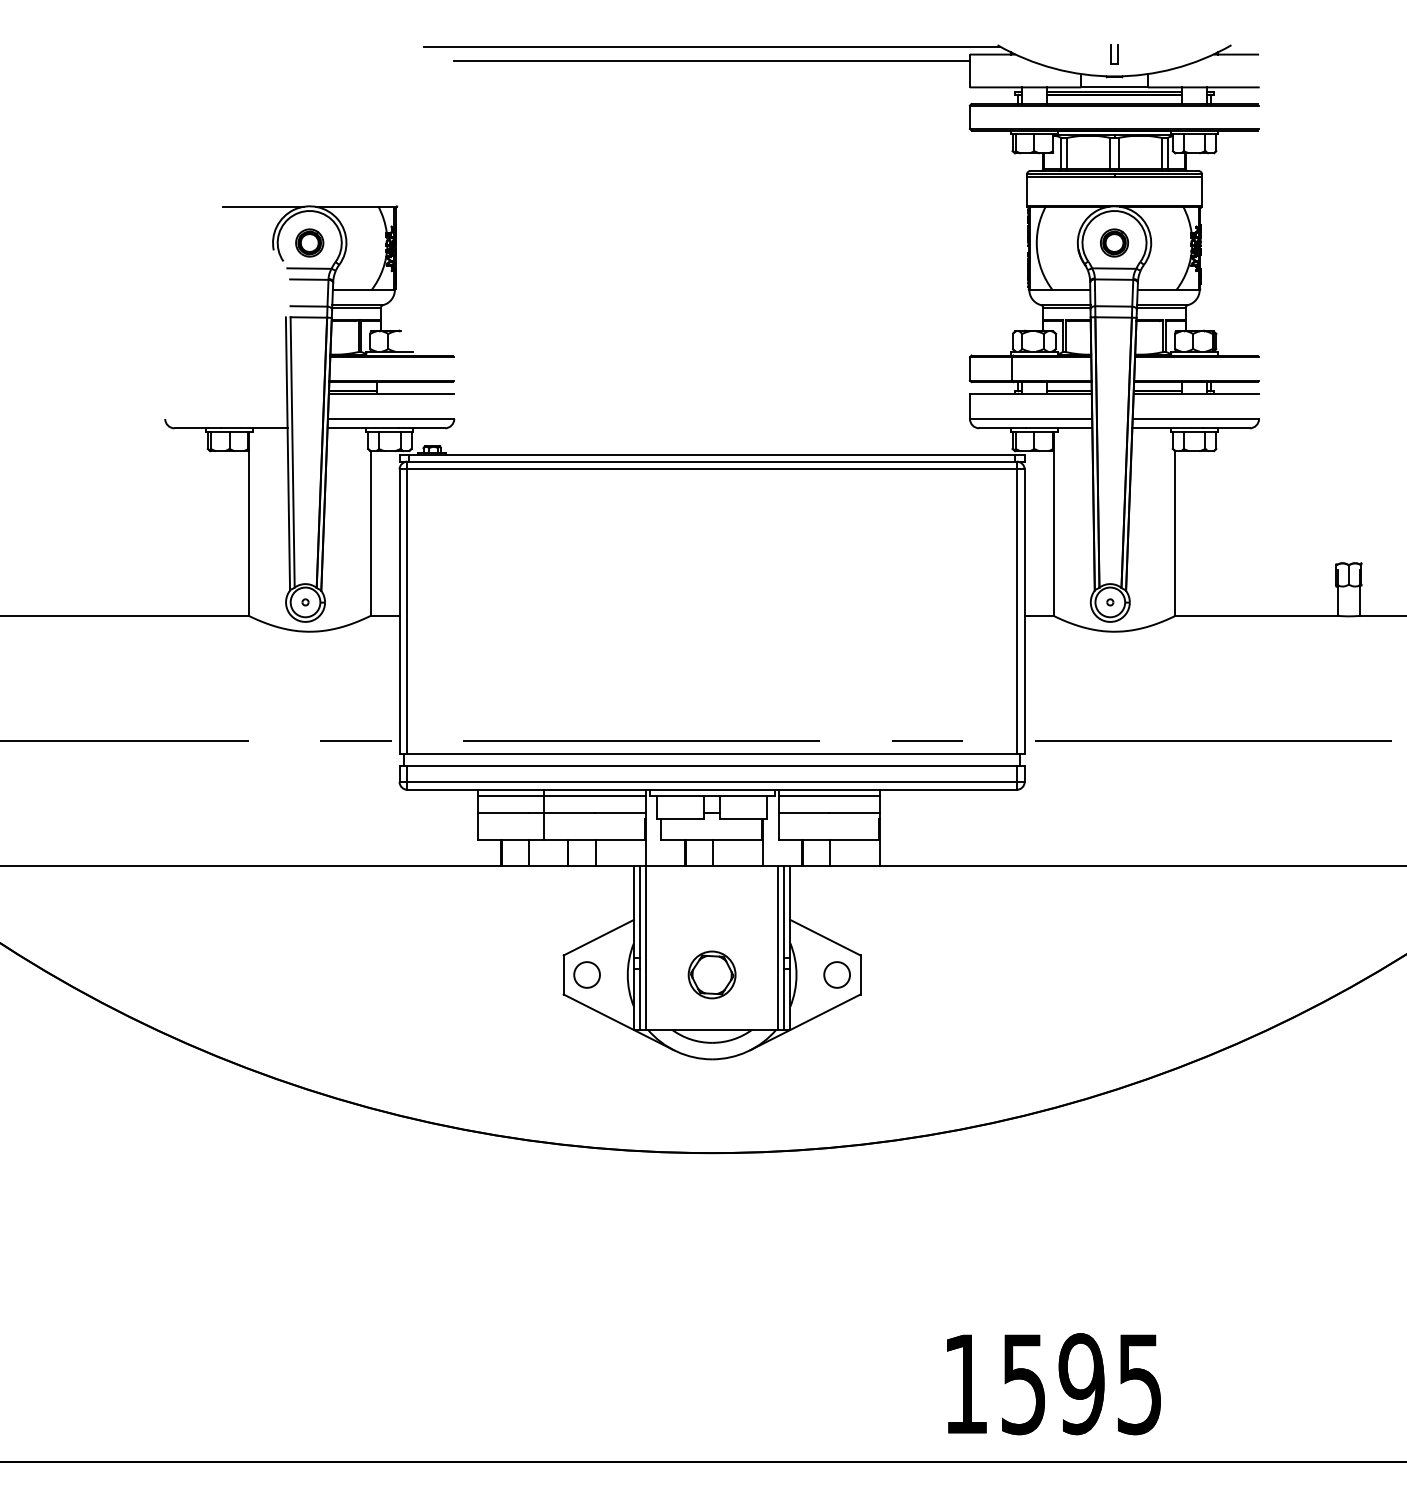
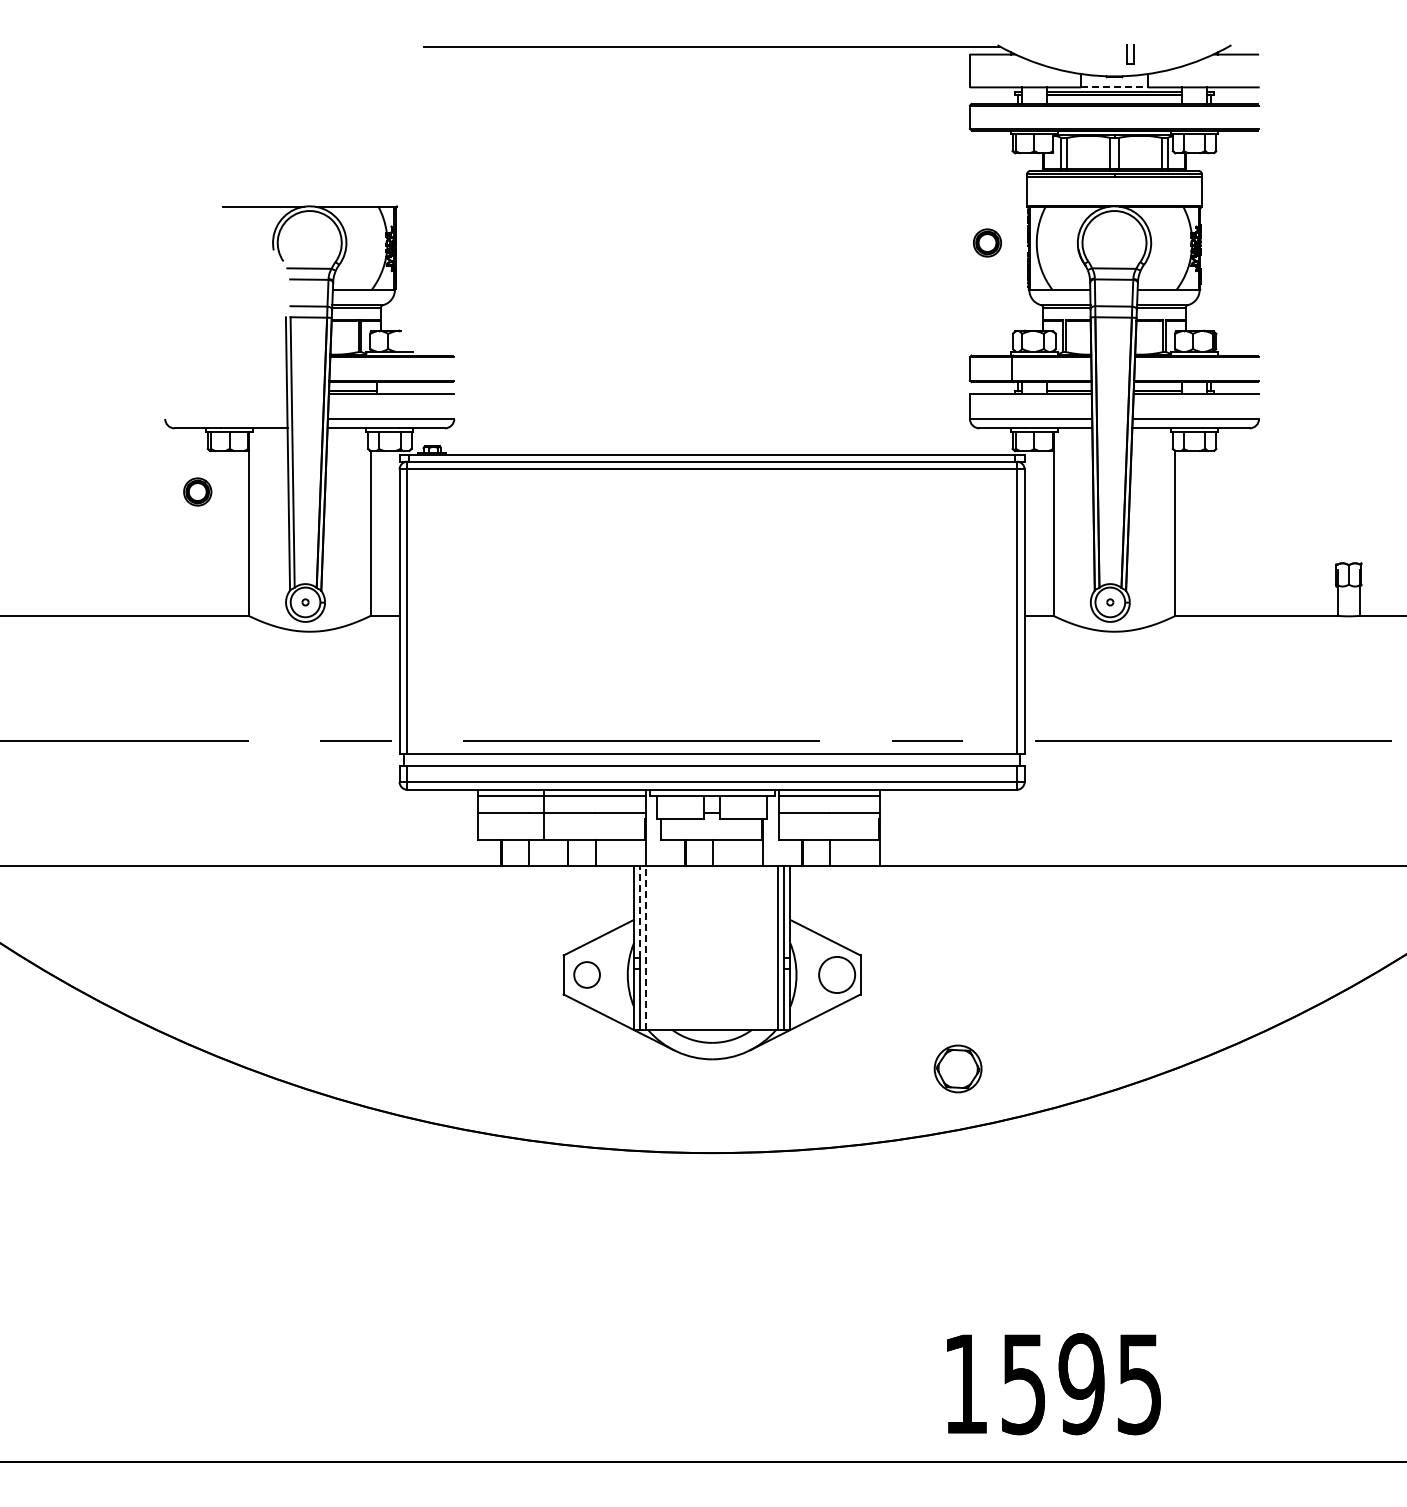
part at (1114, 54) position: (1114, 54) -> (1130, 54)
line at (711, 60): present -> none
line at (1115, 87): solid -> dashed
part at (309, 242) position: (309, 242) -> (197, 491)
part at (1114, 242) position: (1114, 242) -> (987, 242)
line at (640, 911): solid -> dashed
line at (646, 947): solid -> dashed
part at (711, 974) position: (711, 974) -> (957, 1068)
circle at (837, 974) diameter: 26 px -> 36 px
